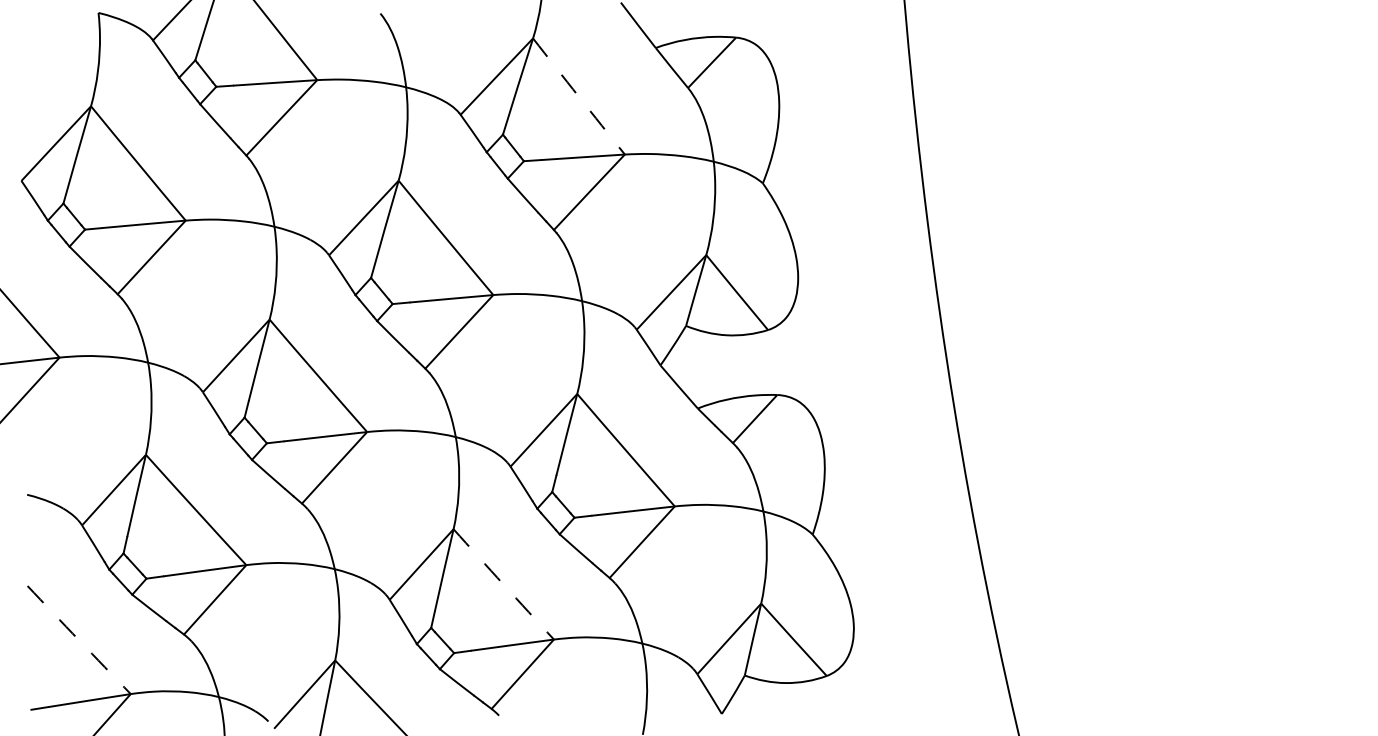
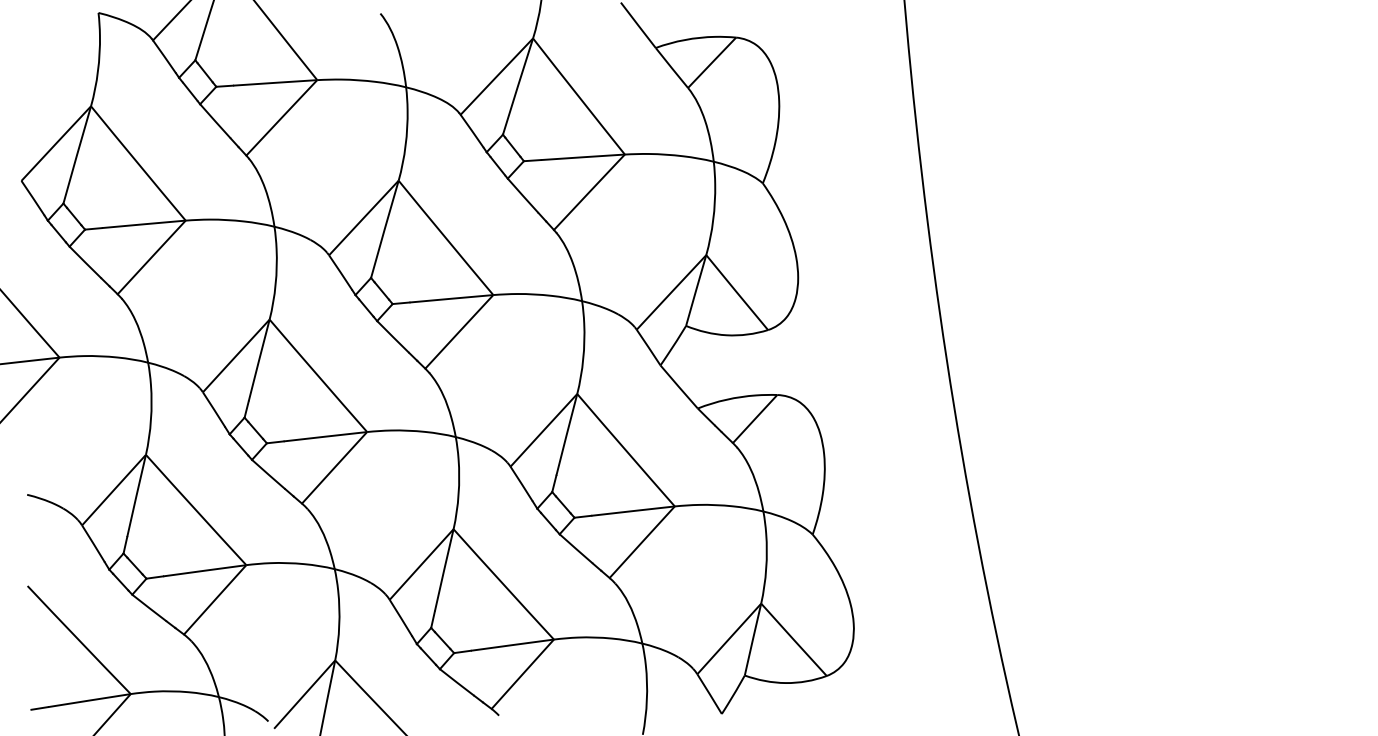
arc at (578, 96): dashed -> solid
arc at (503, 584): dashed -> solid
arc at (79, 640): dashed -> solid
